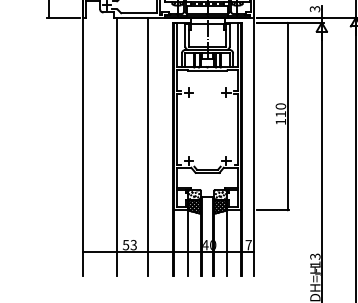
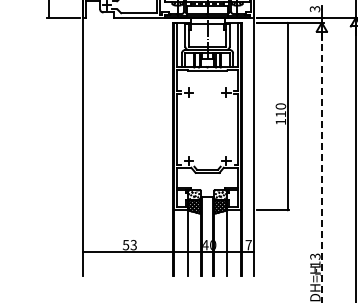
line at (117, 146): present -> none
line at (147, 146): present -> none
line at (321, 167): solid -> dashed
